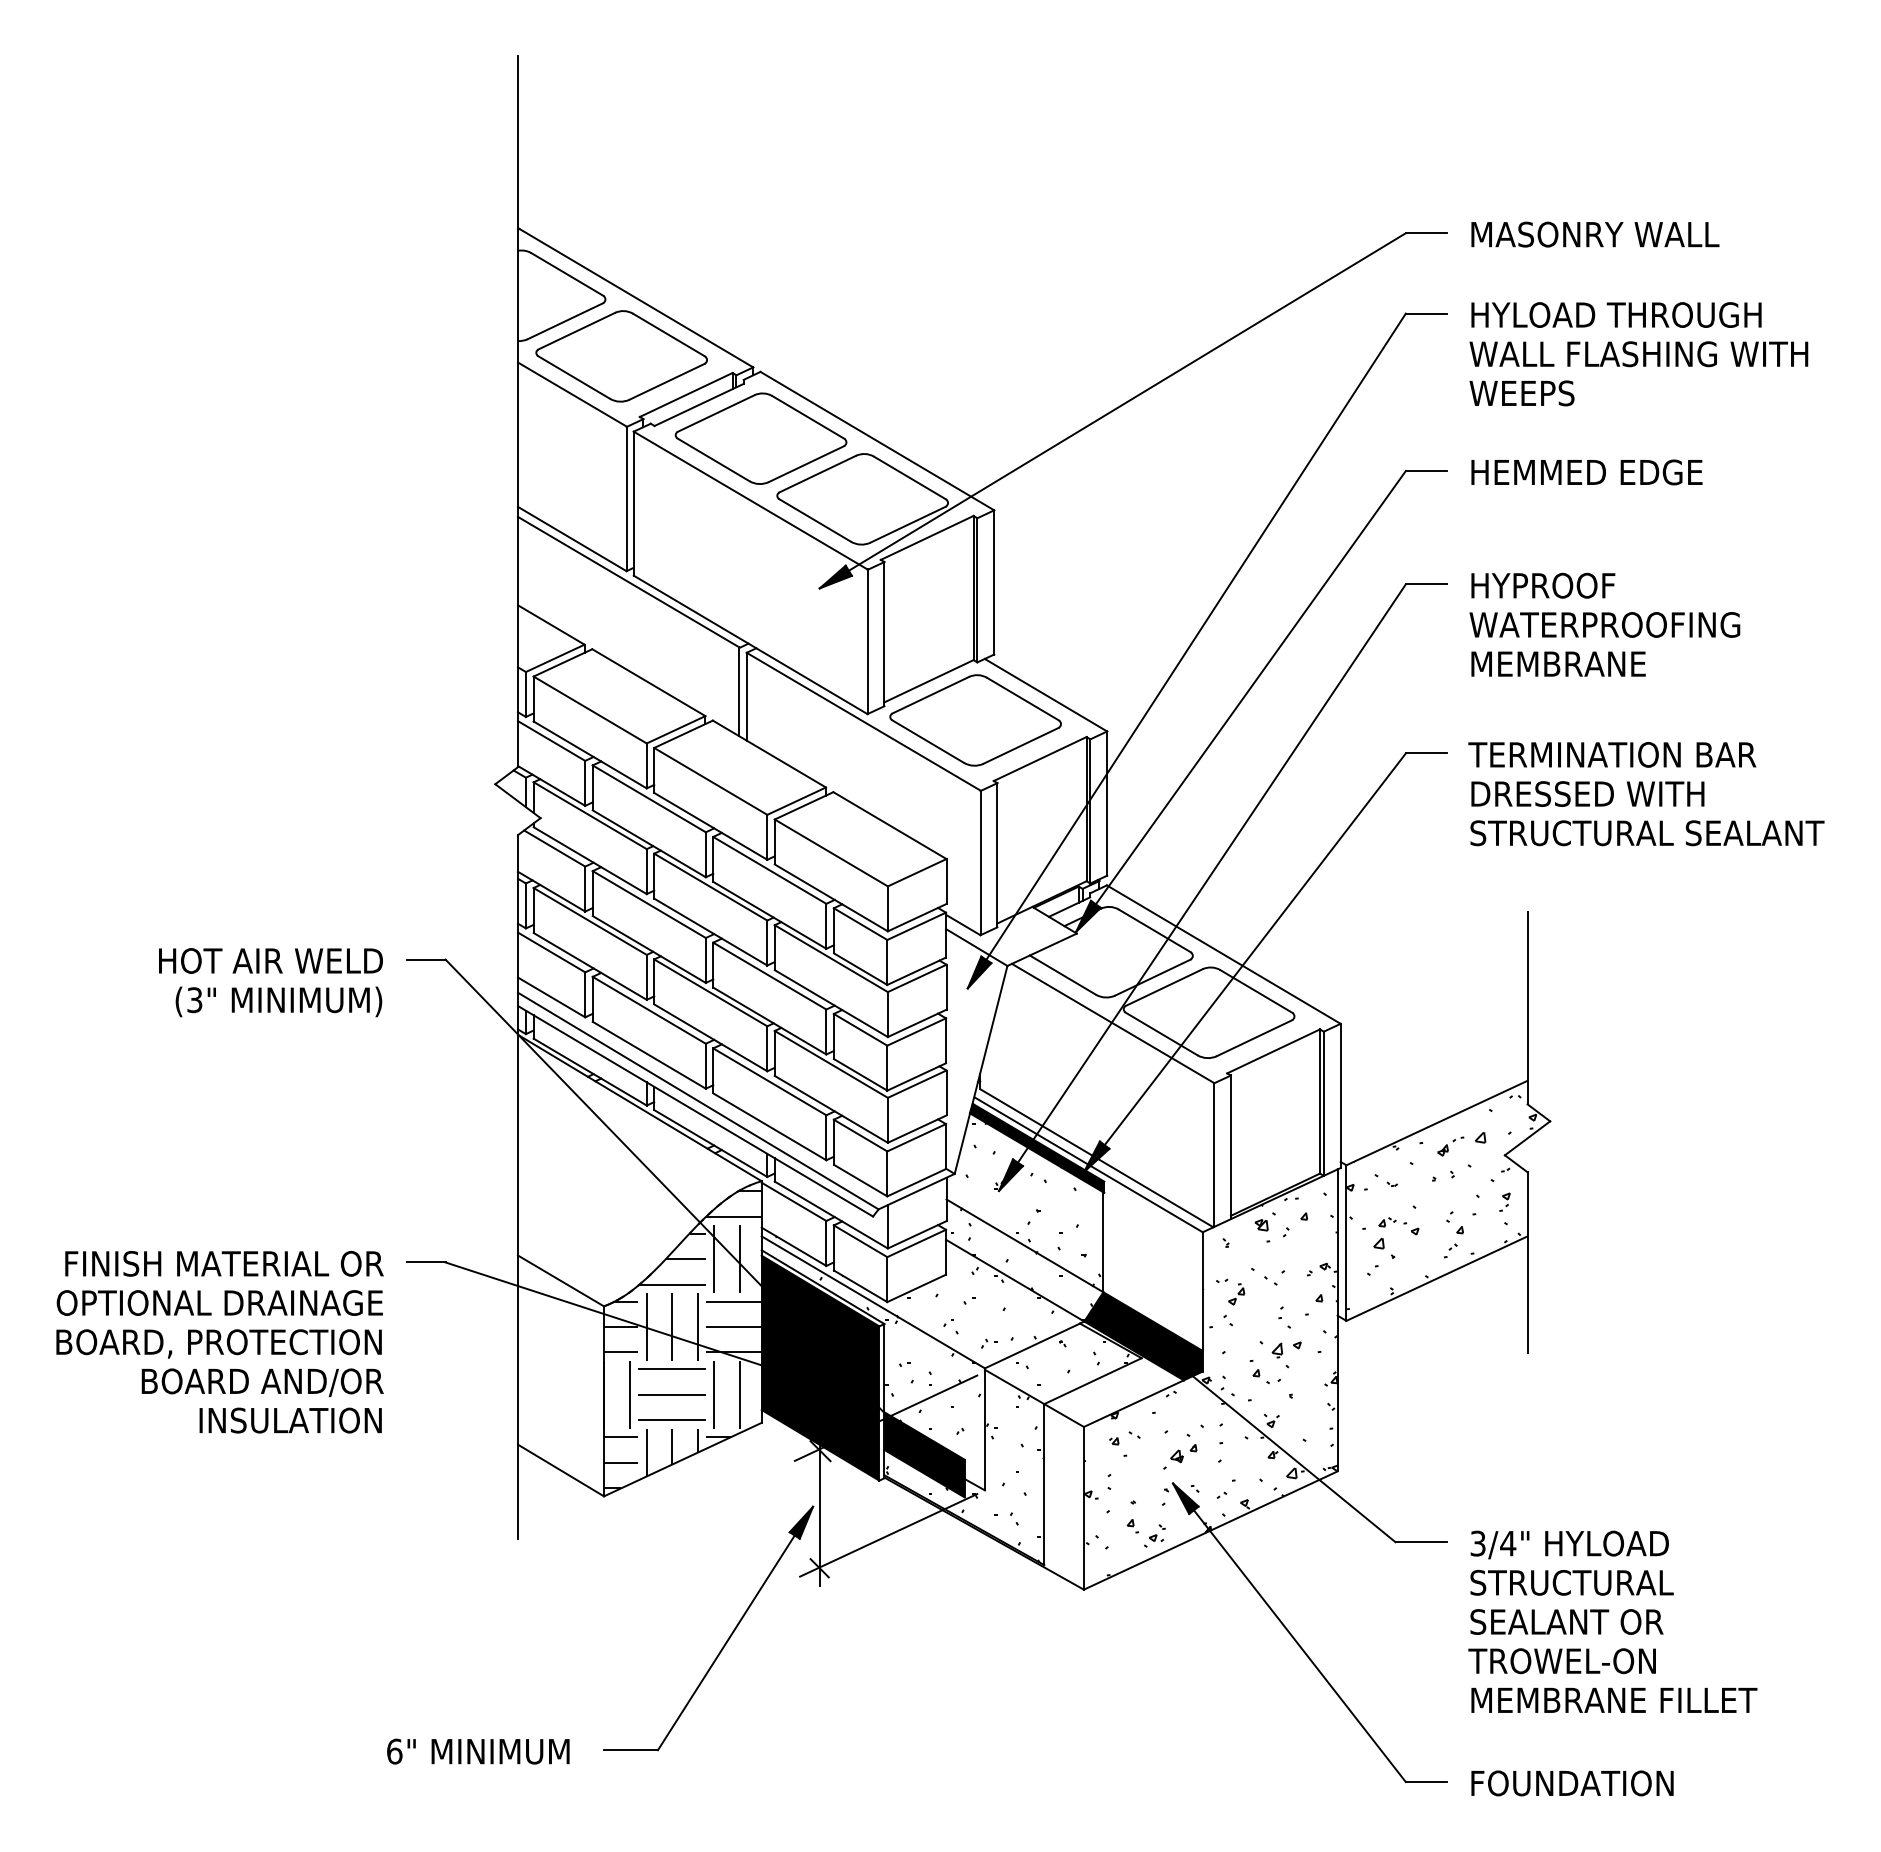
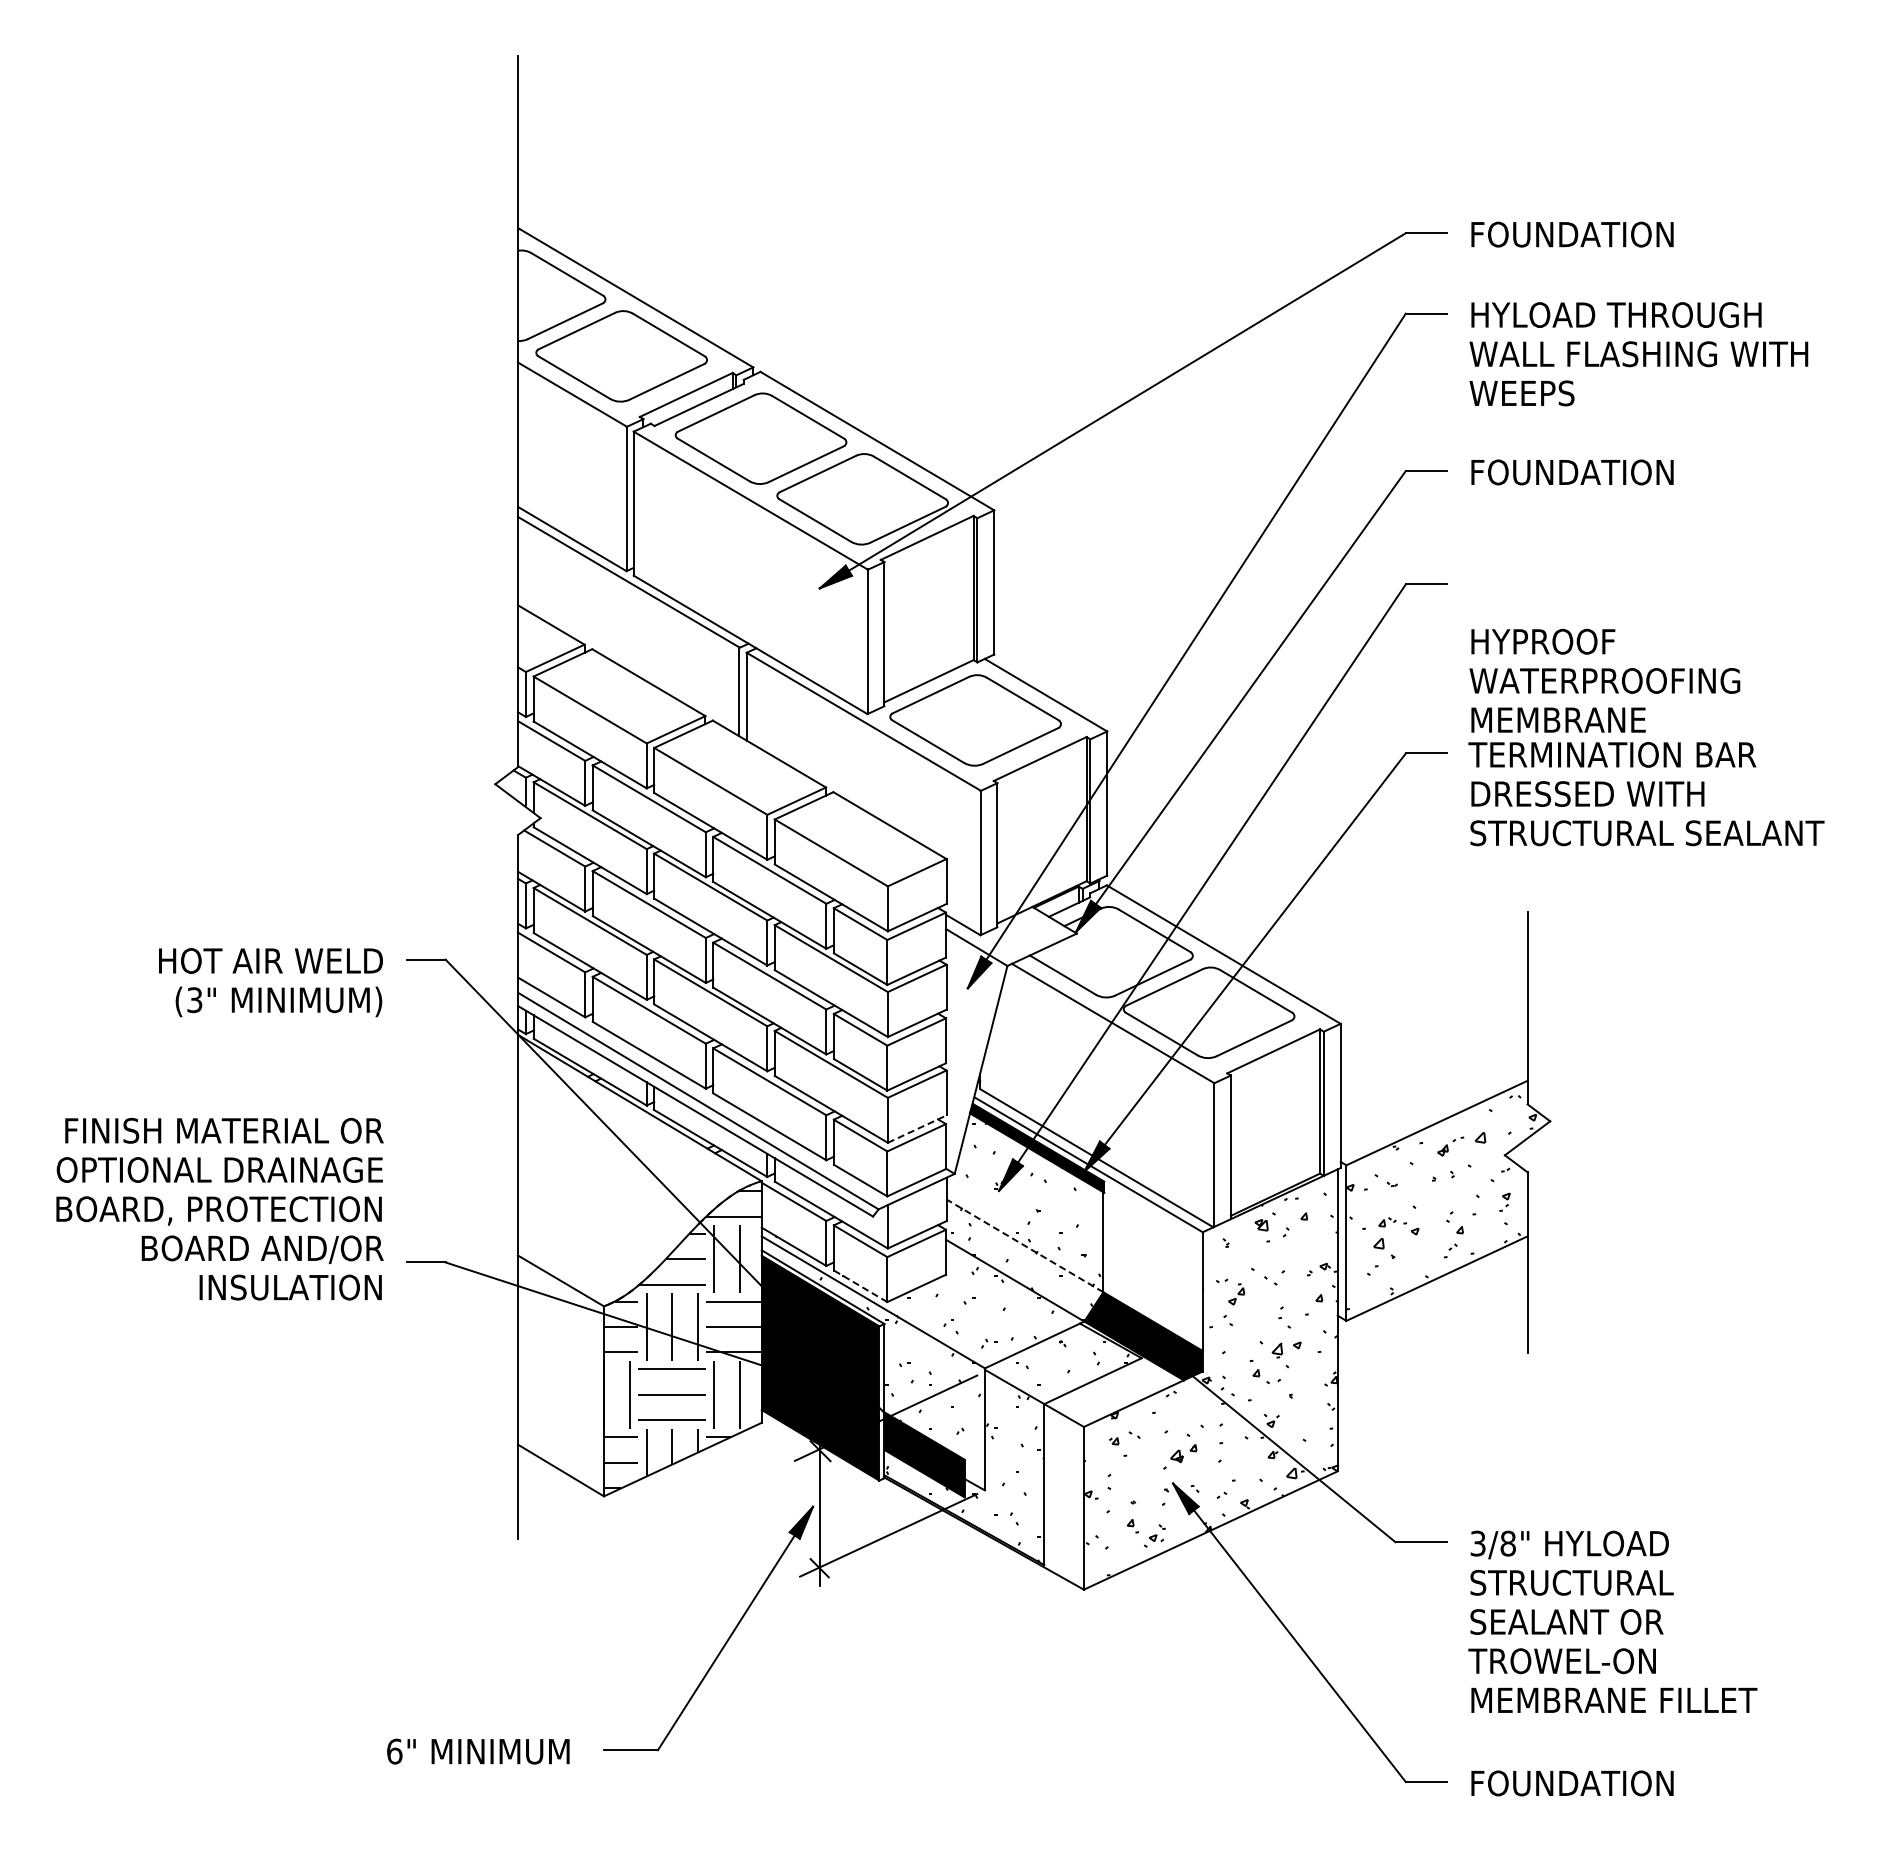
text at (1596, 234): MASONRY WALL -> FOUNDATION
text at (1588, 472): HEMMED EDGE -> FOUNDATION
text at (1604, 624) position: (1604, 624) -> (1604, 680)
line at (917, 1128): solid -> dashed
line at (1024, 1245): solid -> dashed
line at (860, 1286): solid -> dashed
text at (219, 1342) position: (219, 1342) -> (219, 1209)
text at (1508, 1543): 3/4" -> 3/8"
